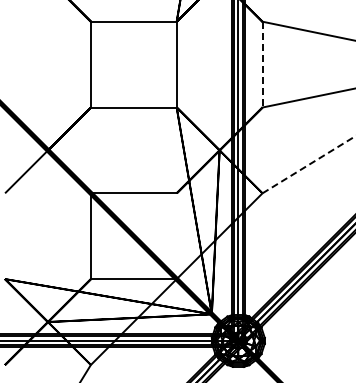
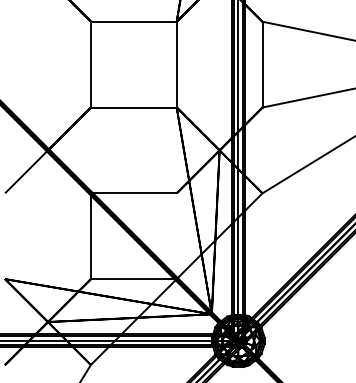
line at (262, 64): dashed -> solid
line at (309, 164): dashed -> solid
